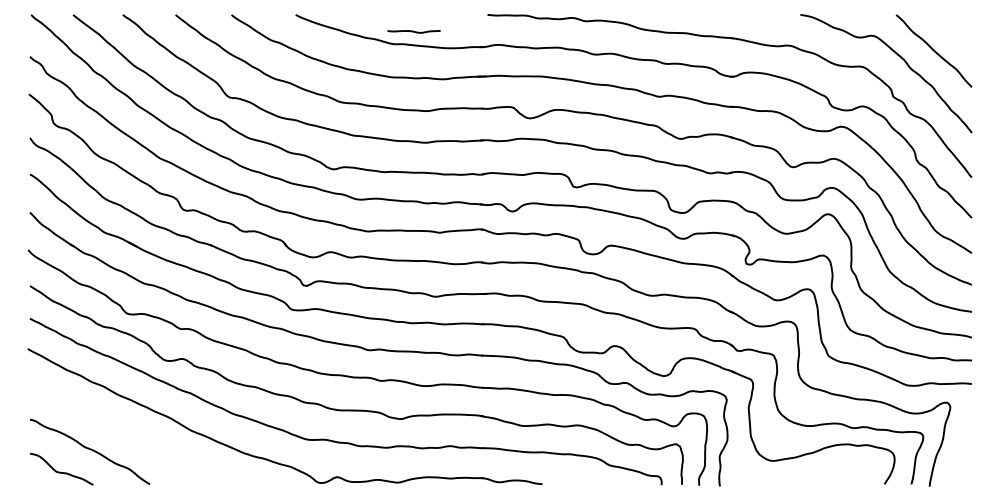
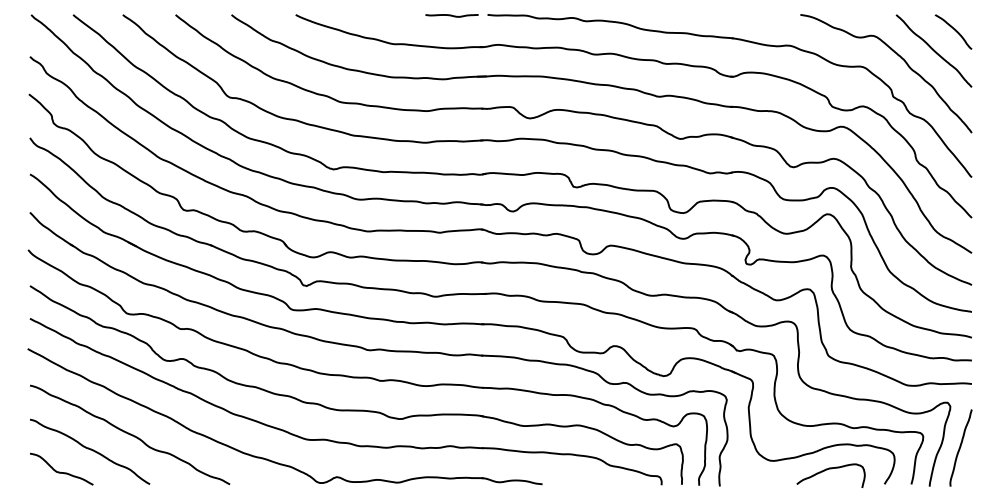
curve at (954, 30): none -> present
line at (413, 31) position: (413, 31) -> (451, 15)
curve at (130, 434): none -> present
curve at (960, 447): none -> present
curve at (827, 470): none -> present
